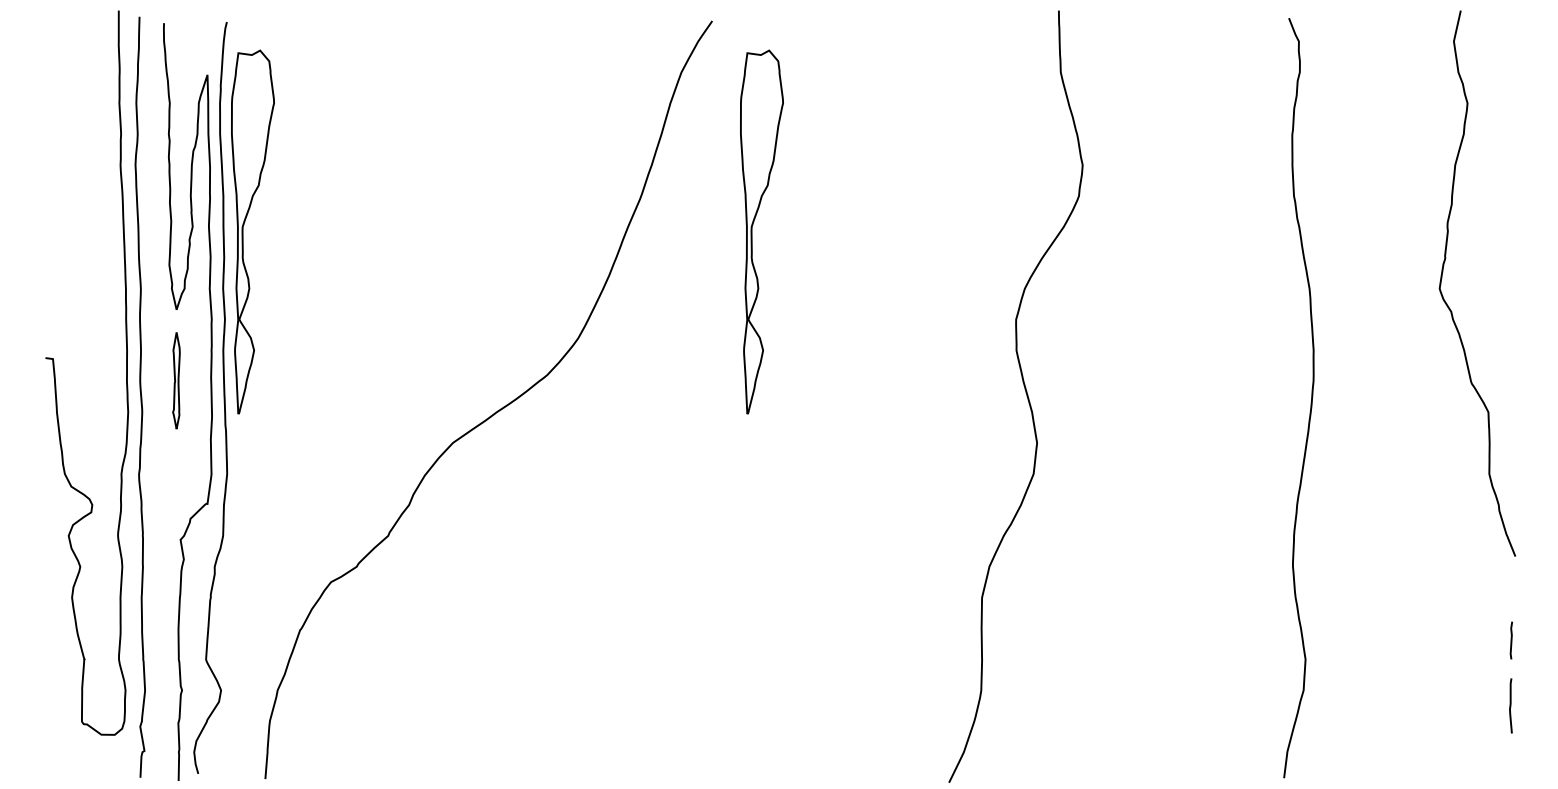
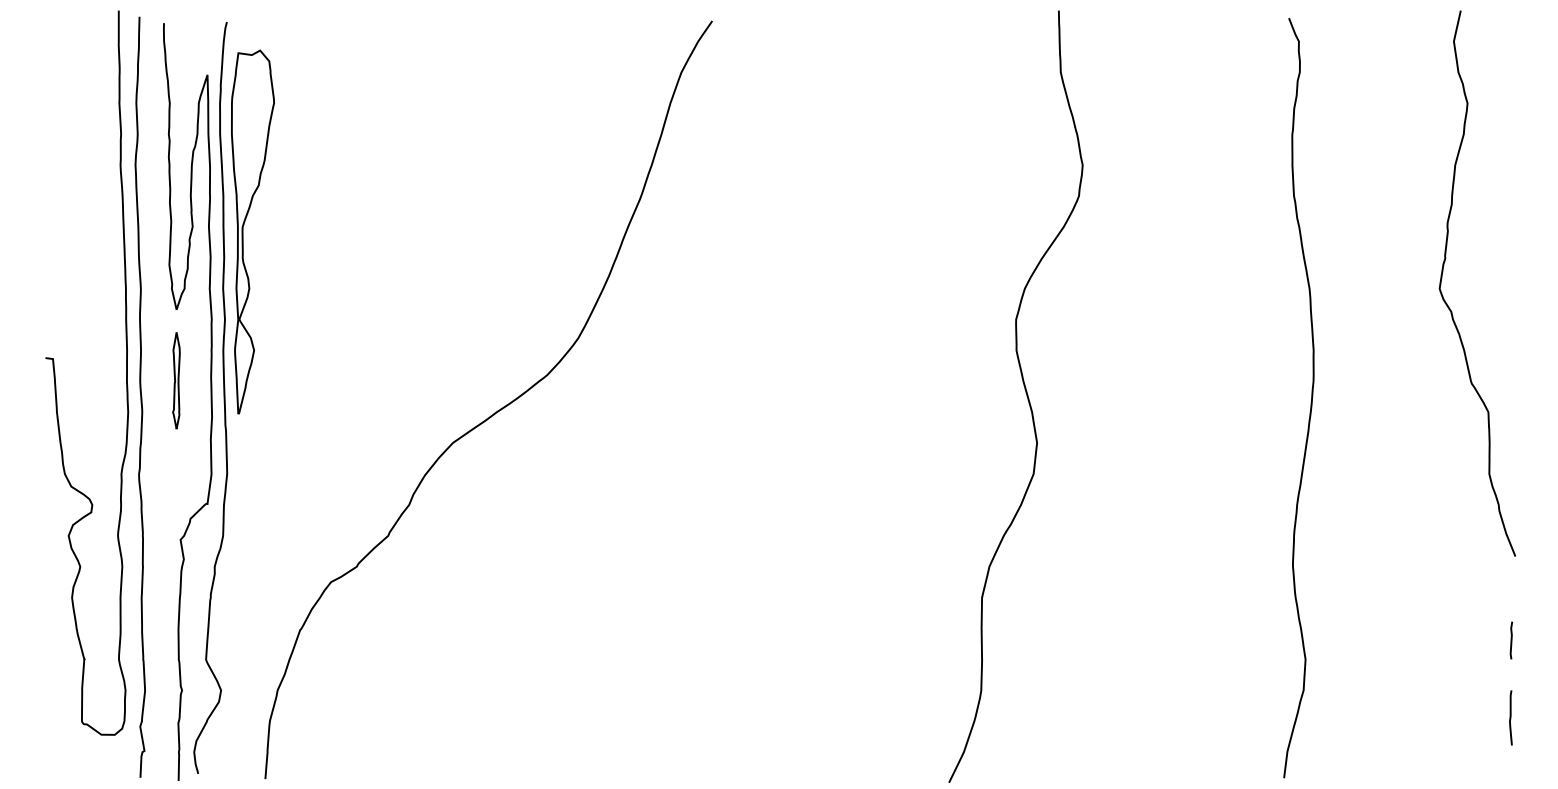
part at (752, 231): present -> none
line at (1510, 705) position: (1510, 705) -> (1510, 717)
